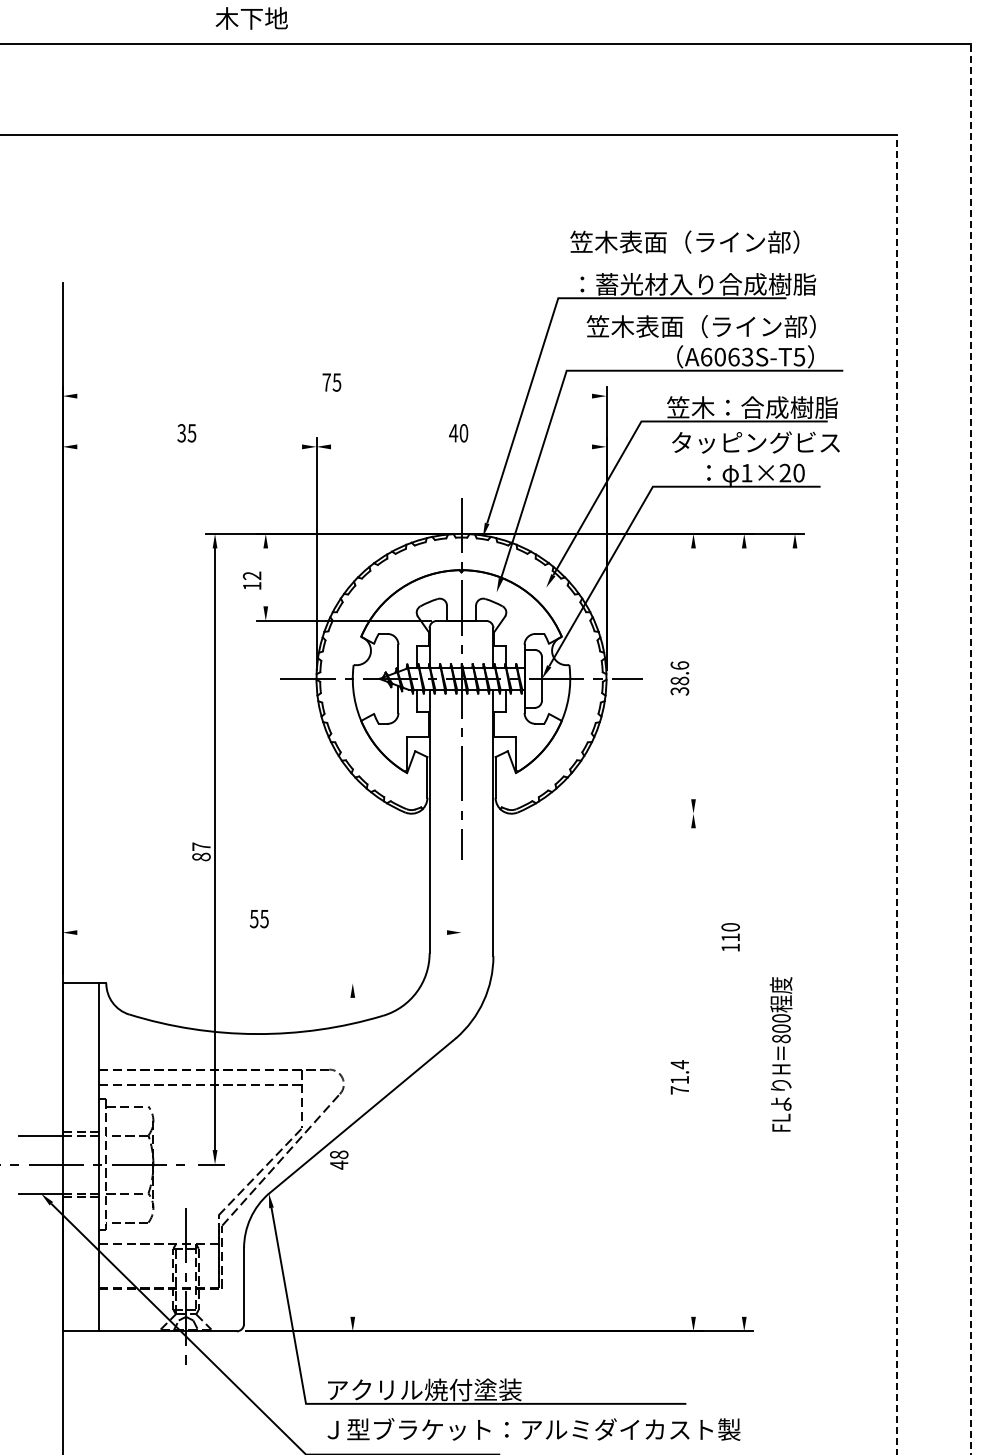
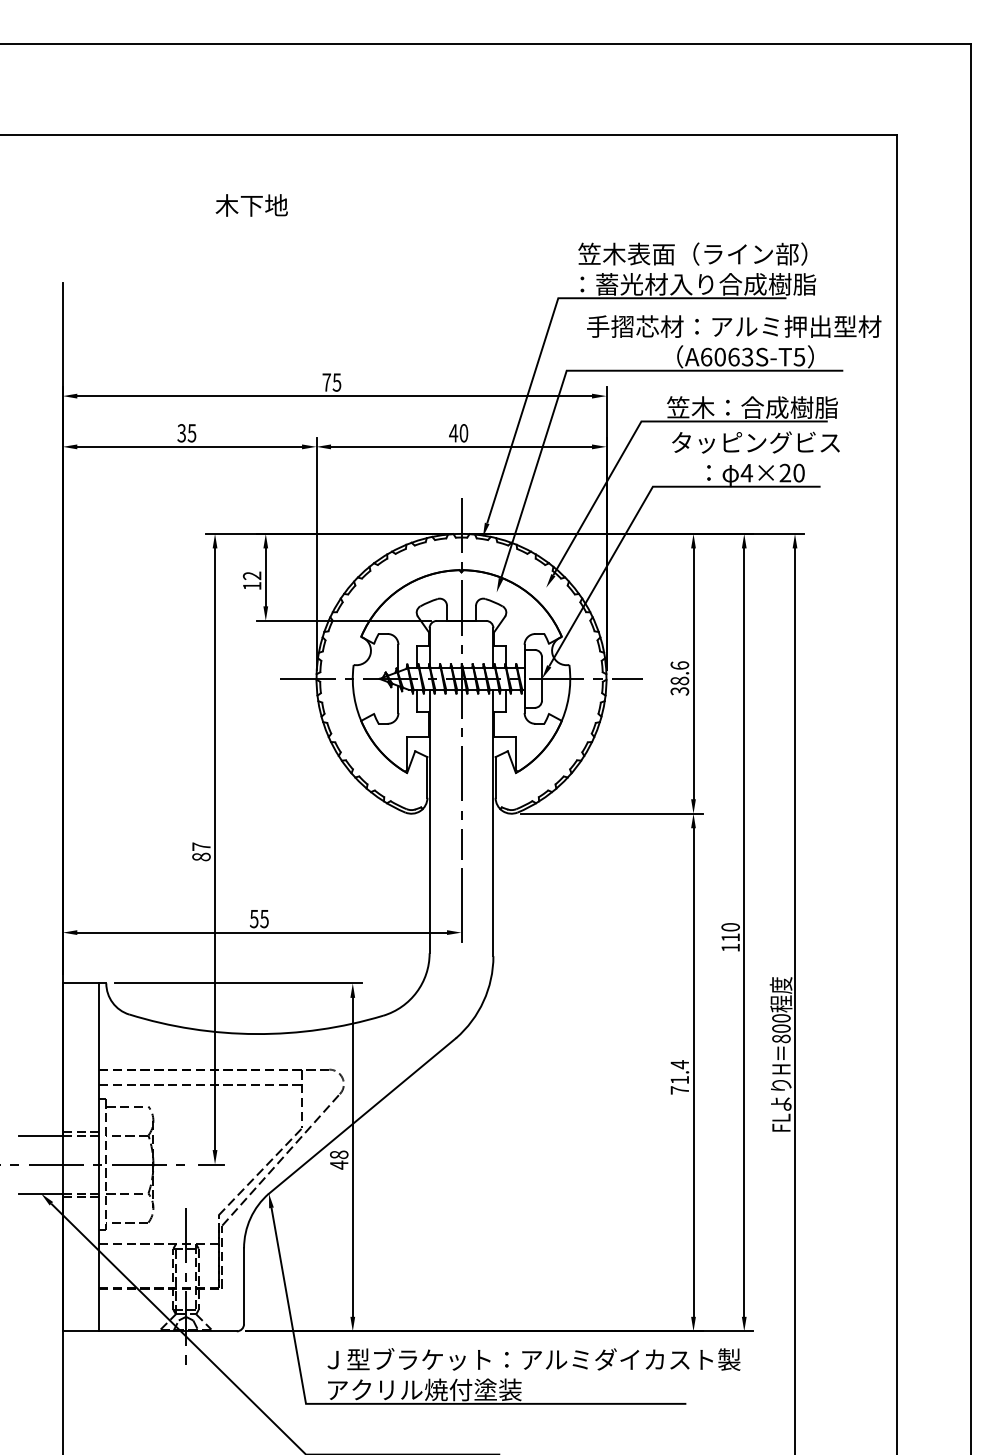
text at (251, 18) position: (251, 18) -> (251, 205)
text at (684, 241) position: (684, 241) -> (692, 253)
text at (733, 326): 笠木表面（ライン部） -> 手摺芯材：アルミ押出型材
line at (334, 396): none -> present
line at (189, 446): none -> present
line at (461, 446): none -> present
text at (746, 473): 1×20 -> 4×20
line at (265, 577): none -> present
line at (693, 673): none -> present
line at (970, 748): dashed -> solid
line at (896, 794): dashed -> solid
line at (611, 813): none -> present
line at (461, 905): none -> present
line at (262, 932): none -> present
line at (744, 932): none -> present
line at (238, 983): none -> present
line at (795, 999): none -> present
line at (693, 1072): none -> present
line at (352, 1156): none -> present
text at (533, 1429) position: (533, 1429) -> (533, 1359)
